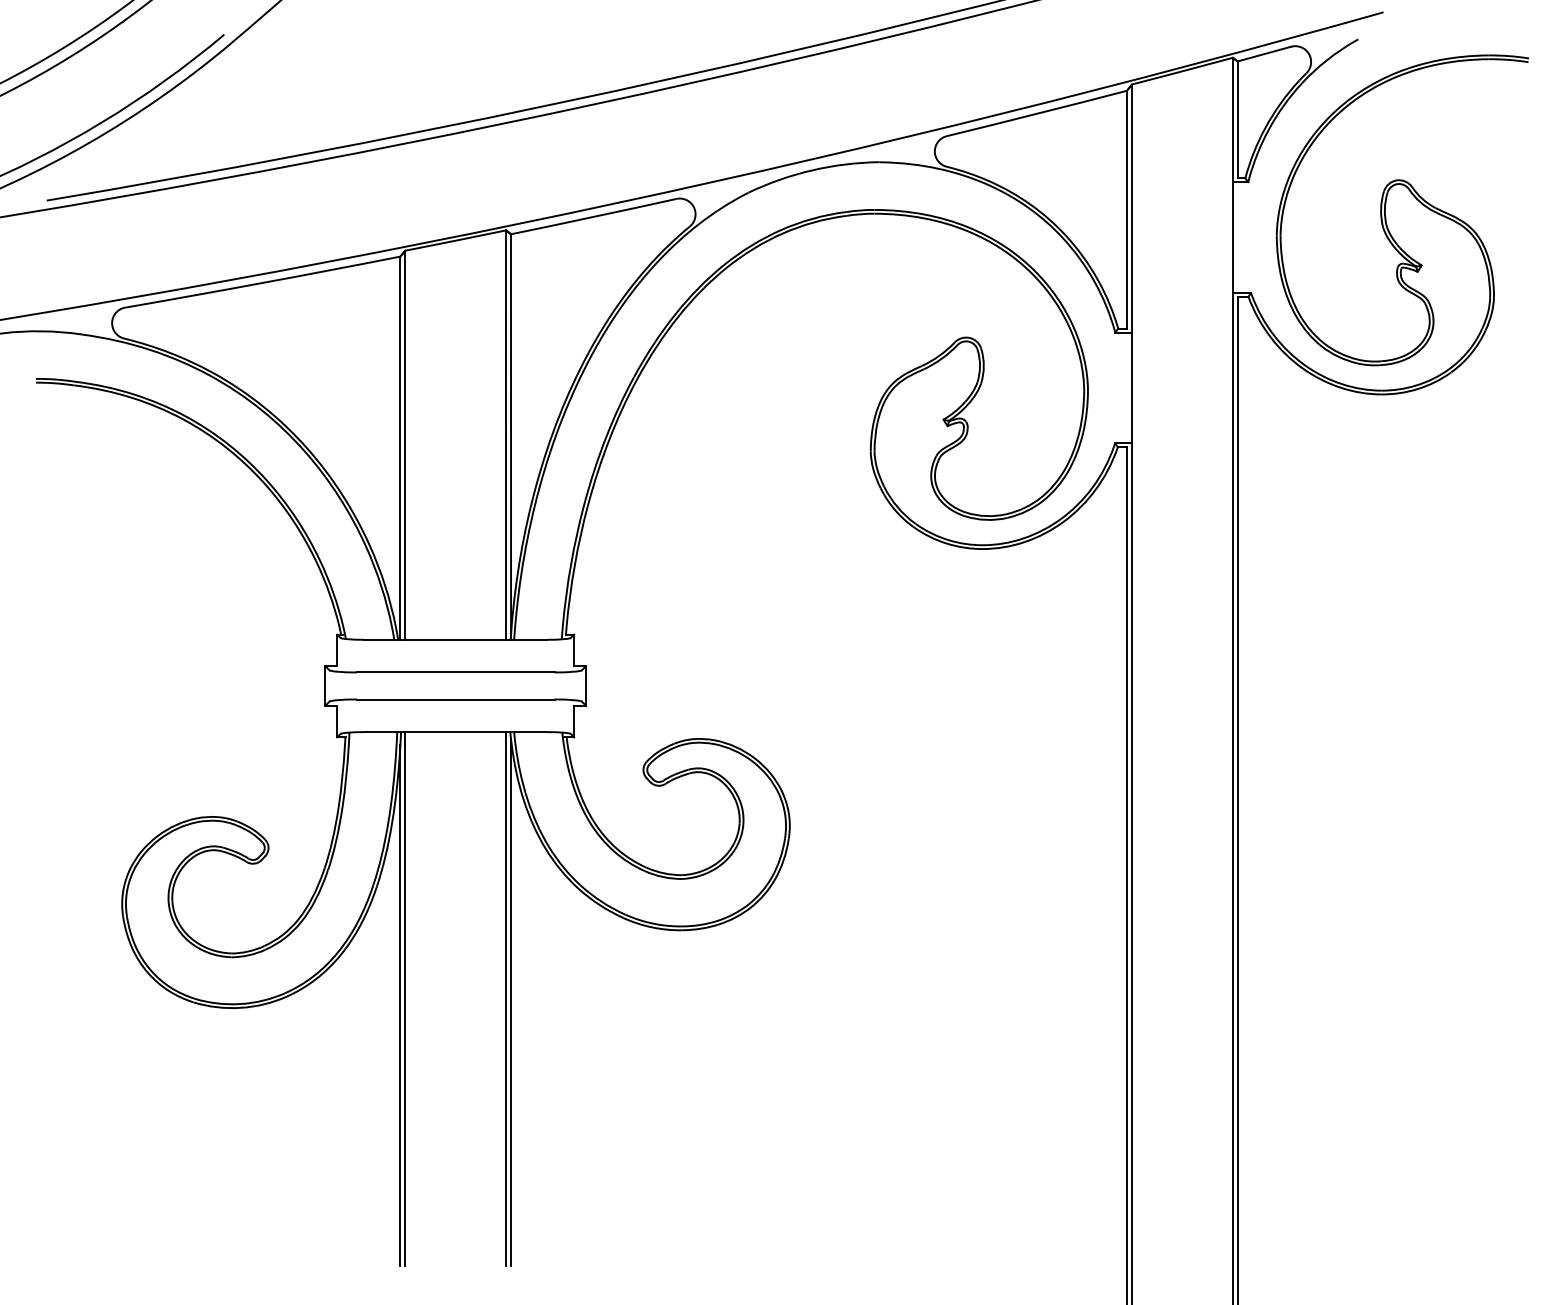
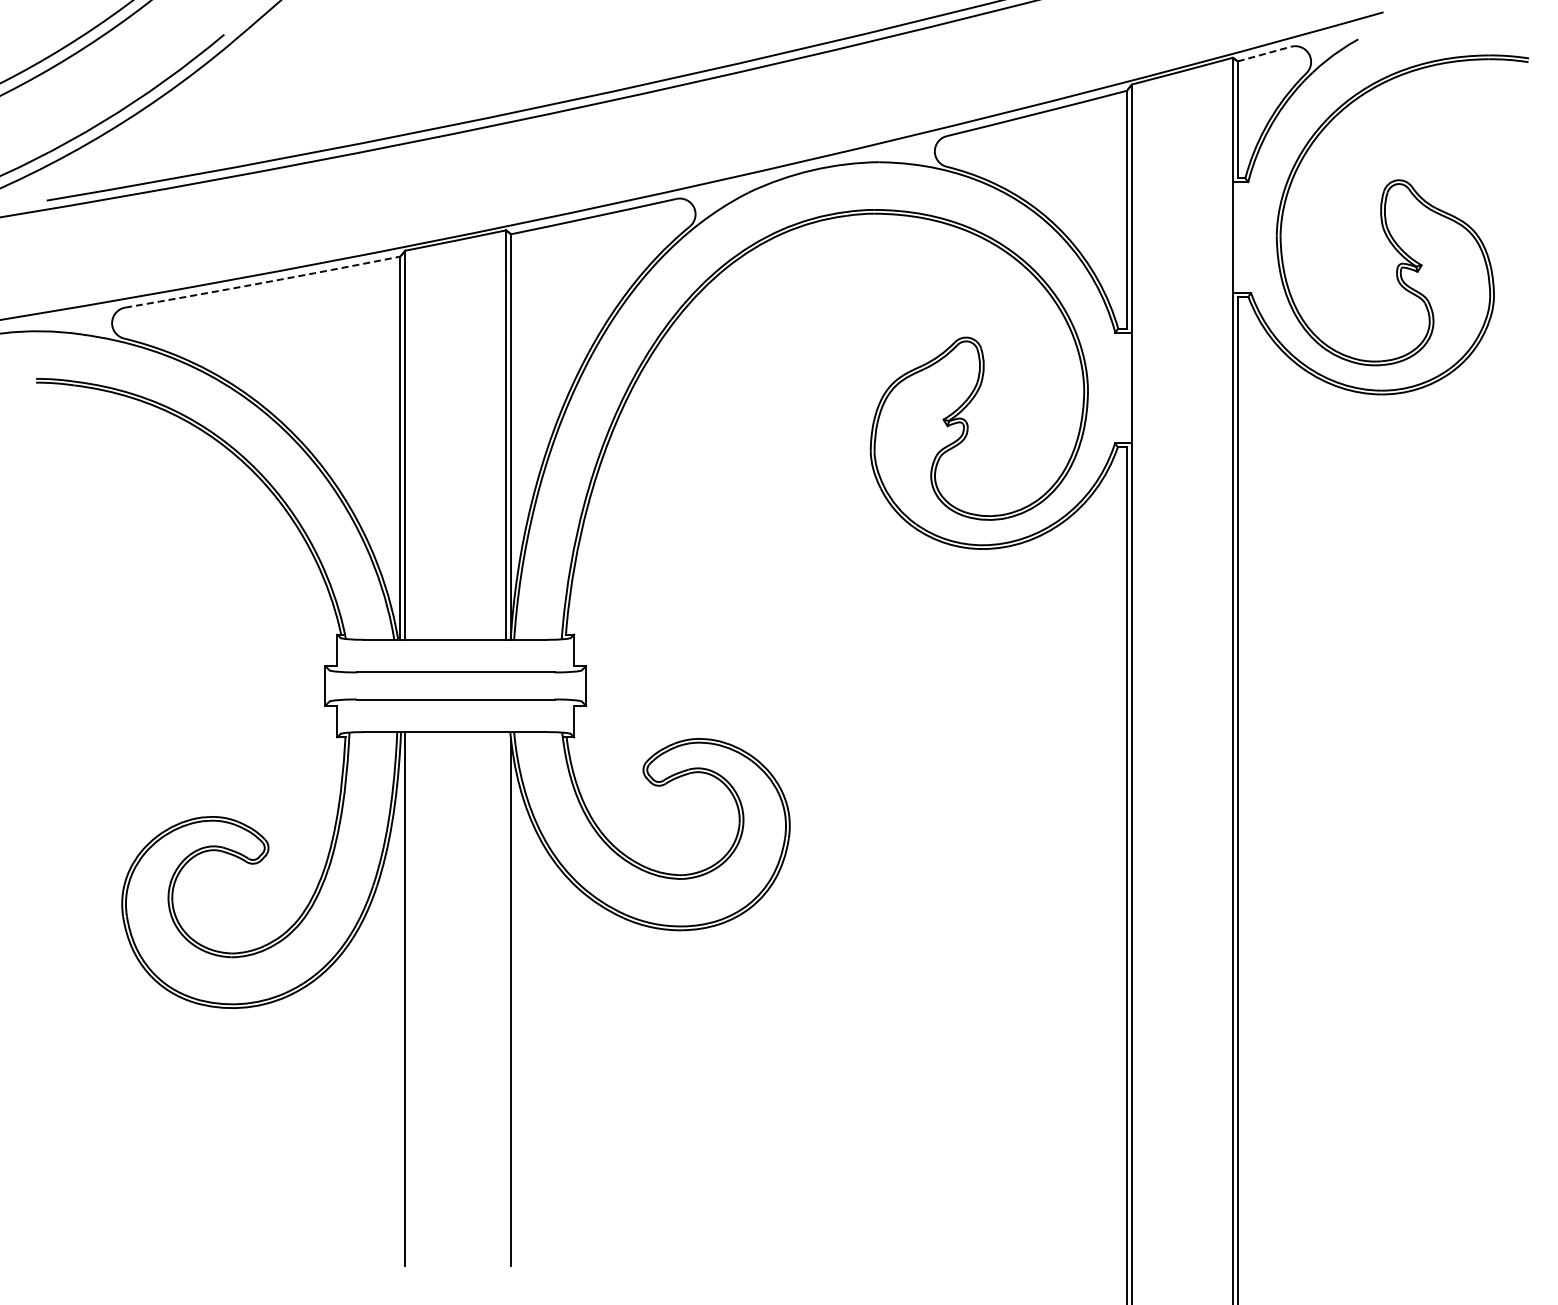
line at (1264, 54): solid -> dashed
arc at (262, 282): solid -> dashed
line at (506, 998): present -> none
line at (400, 1005): present -> none
